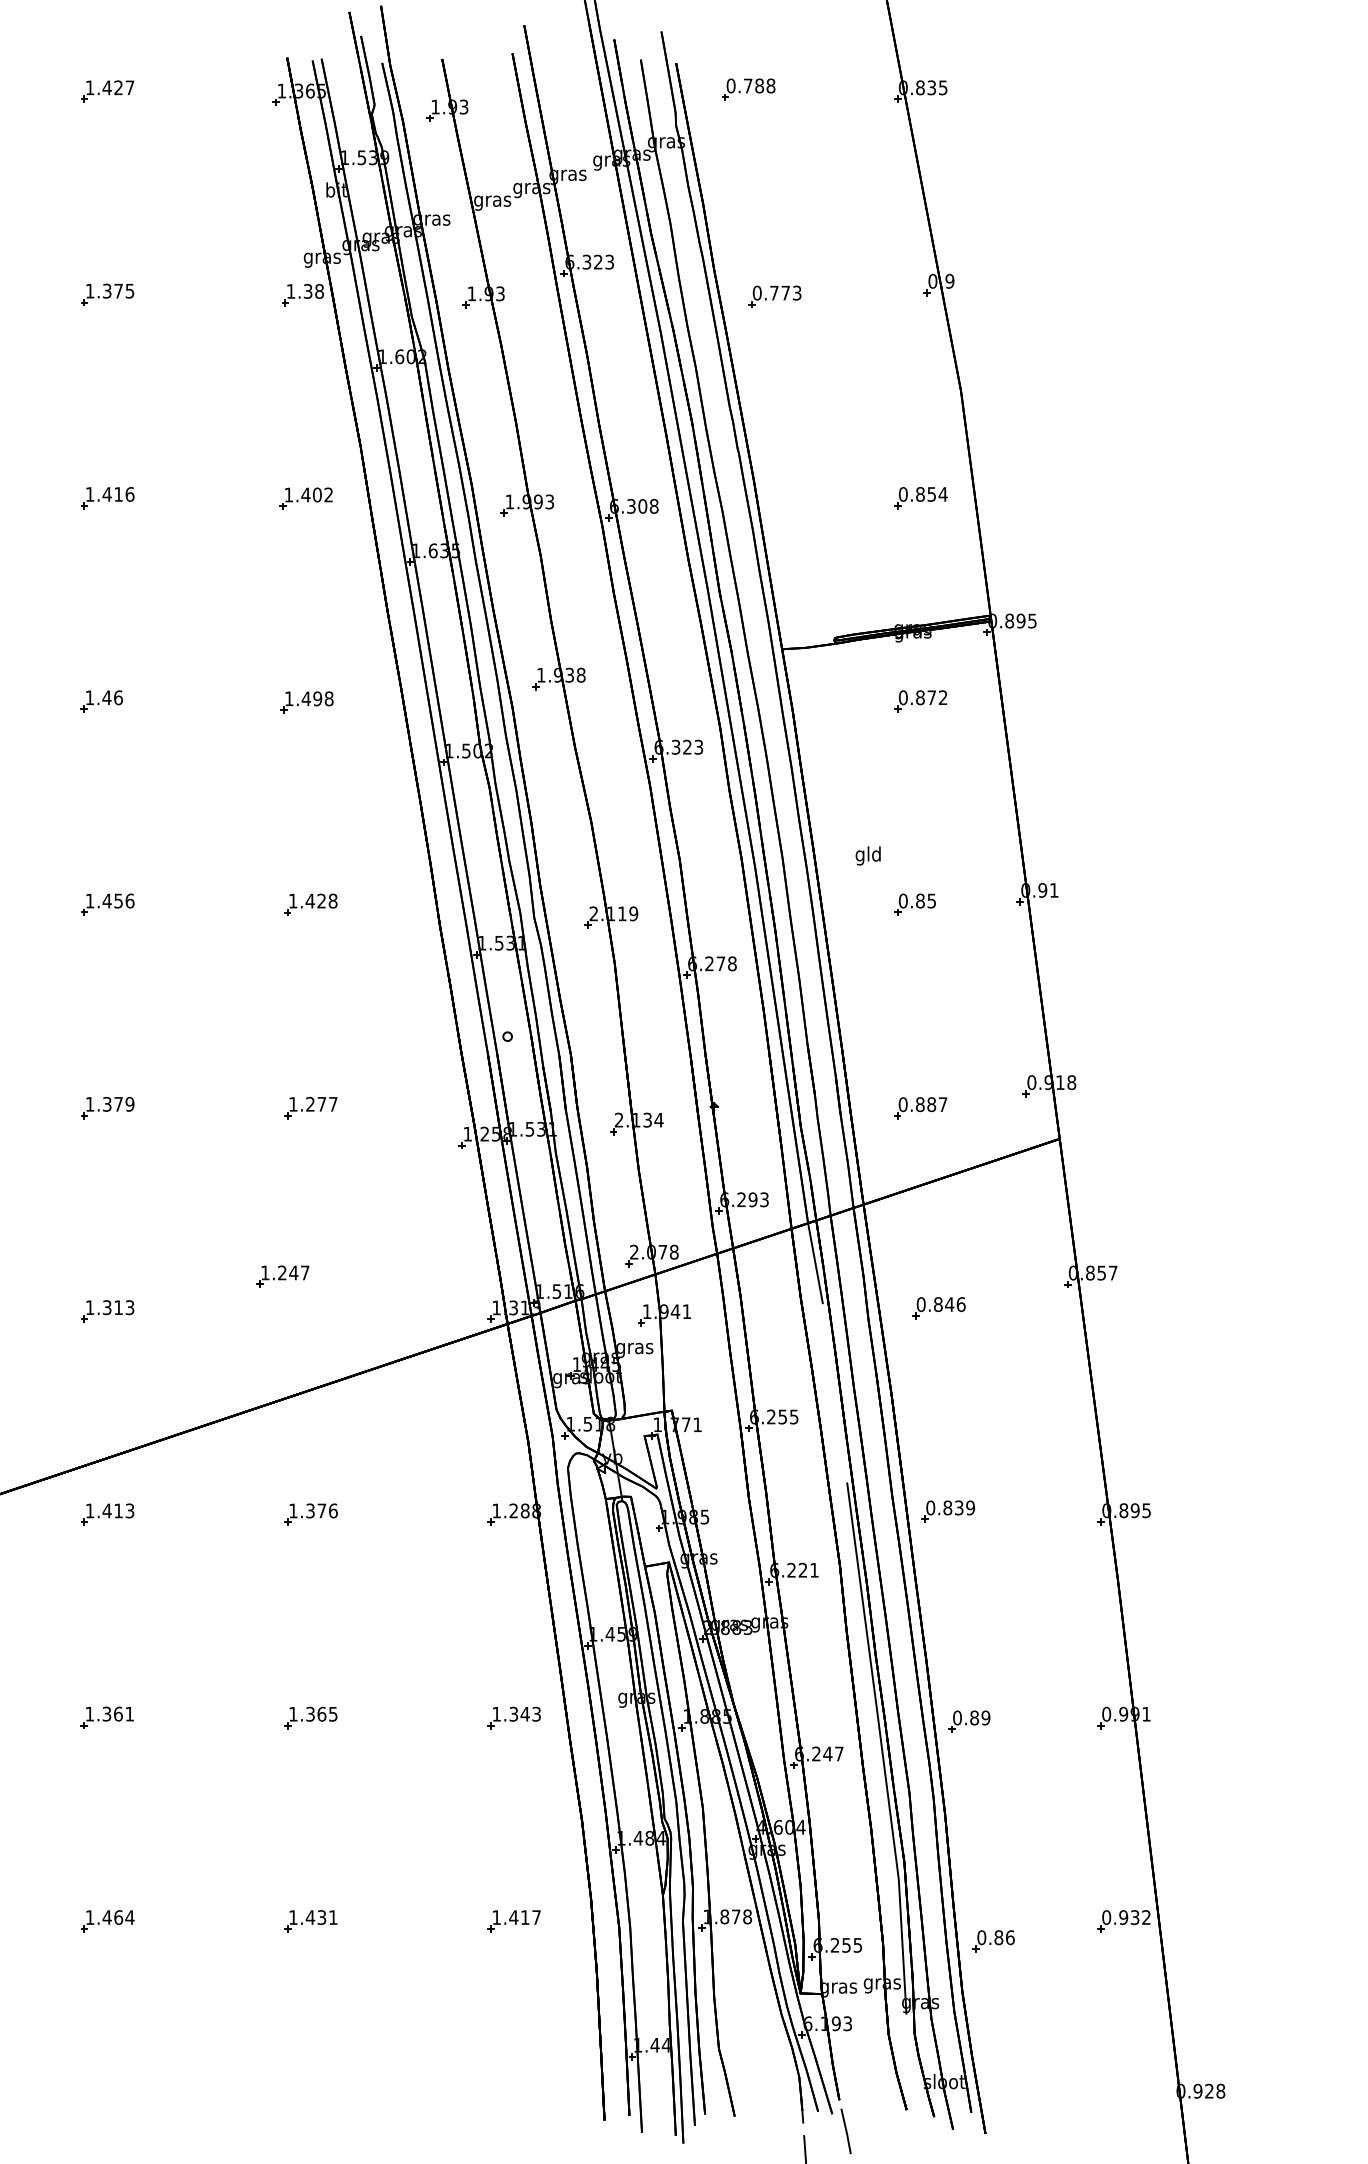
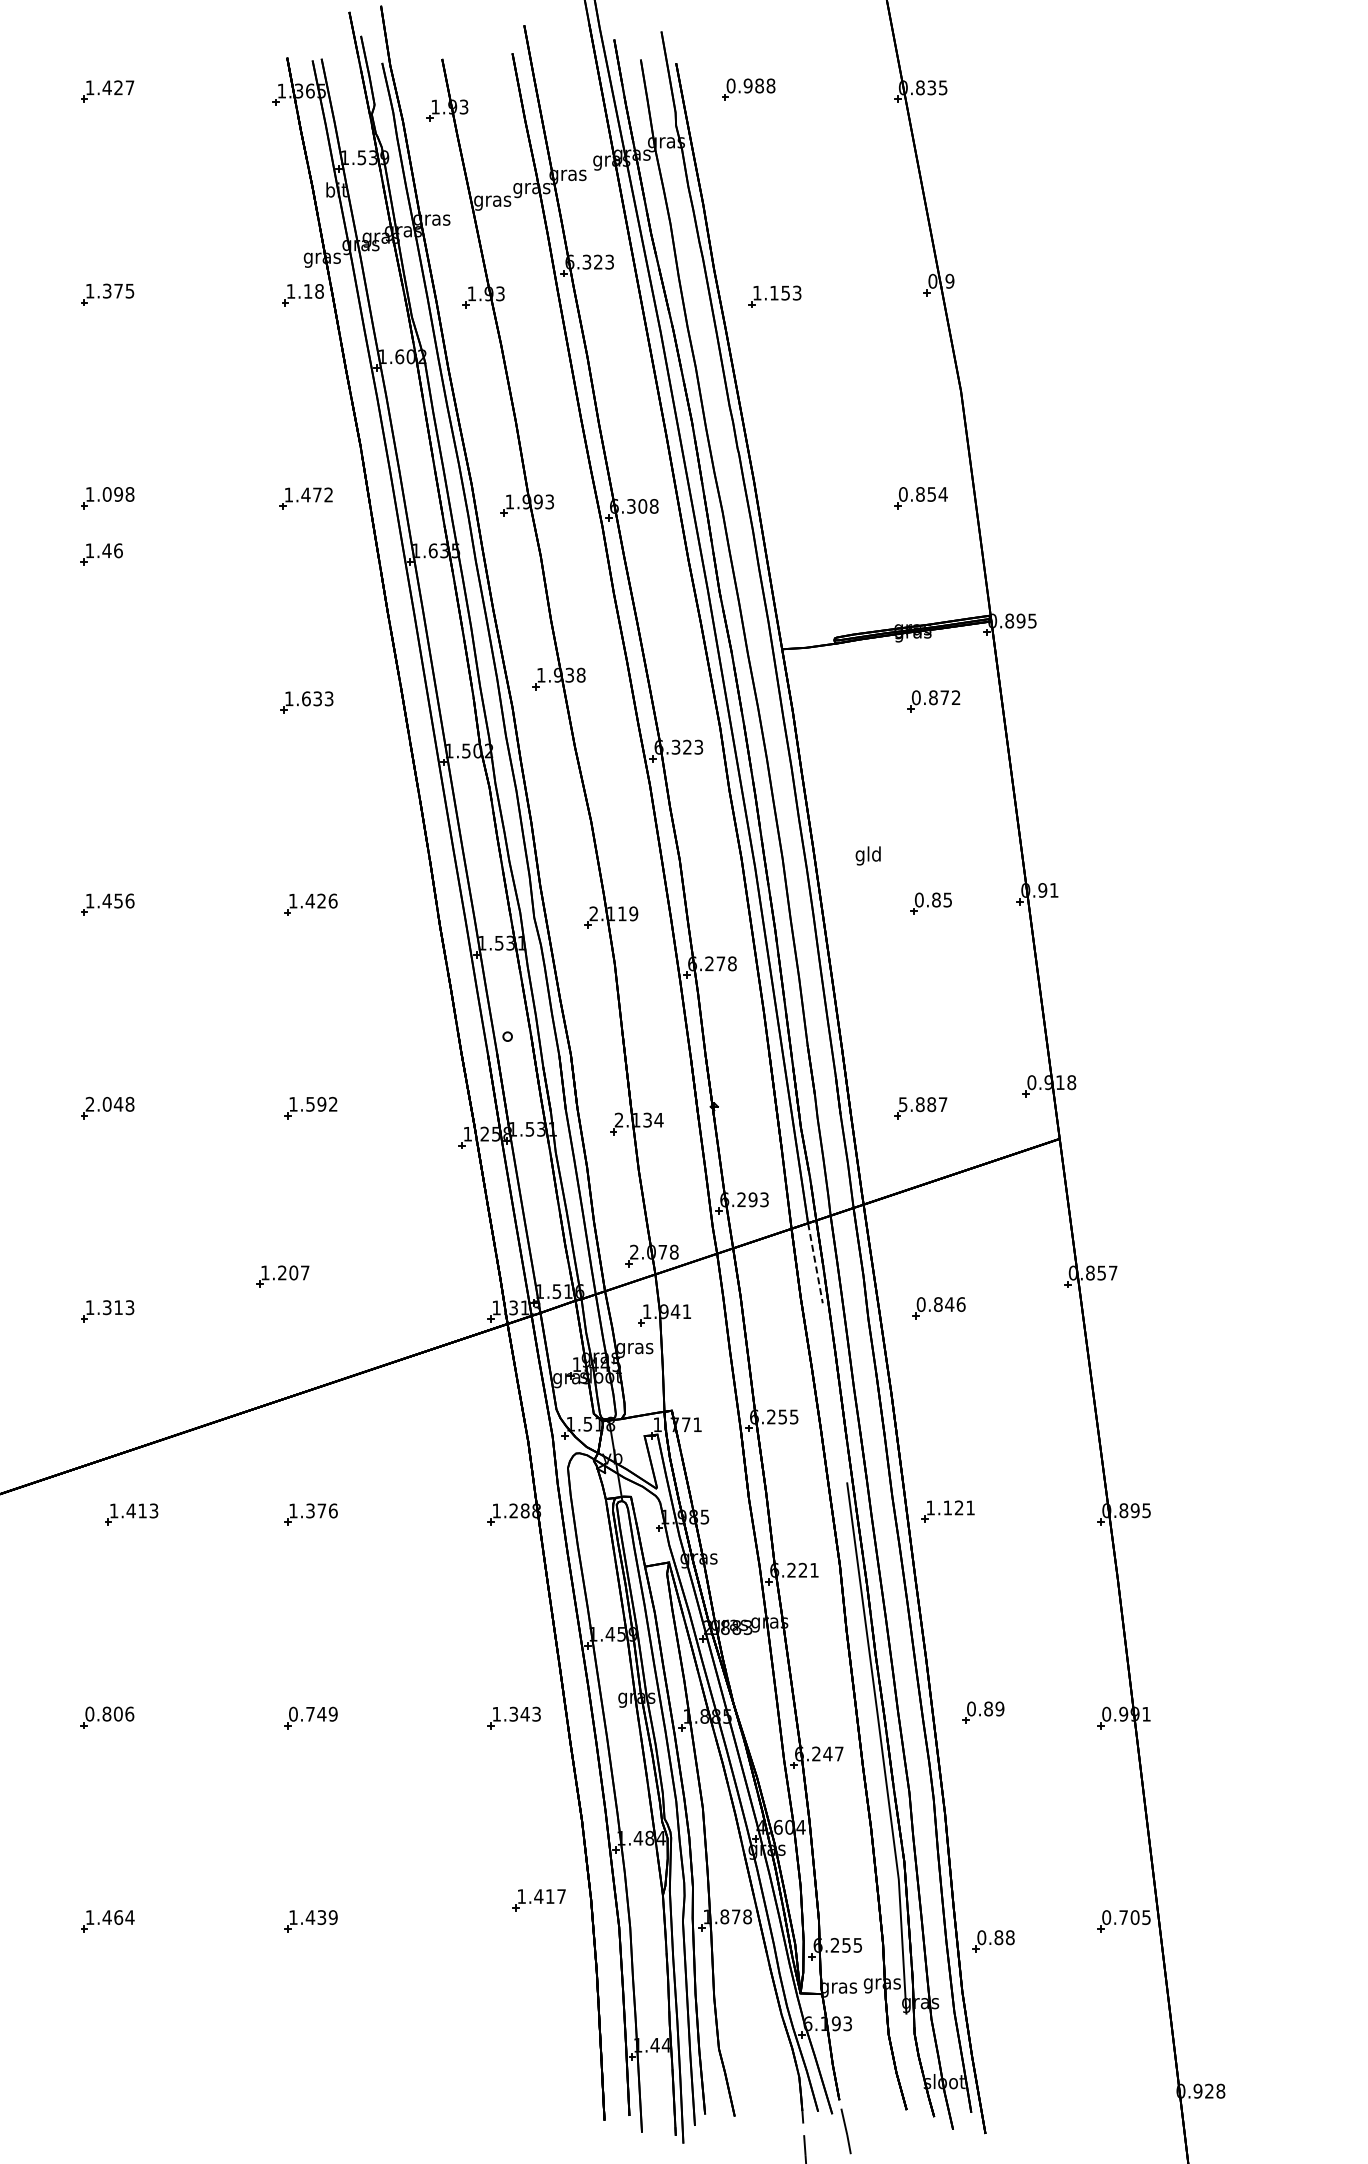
text at (747, 85): 0.788 -> 0.988
text at (307, 291): 1.38 -> 1.18
text at (770, 292): 0.773 -> 1.153
text at (118, 494): 1.416 -> 1.098
text at (317, 494): 1.402 -> 1.472
text at (317, 698): 1.498 -> 1.633
part at (101, 701) position: (101, 701) -> (101, 554)
part at (920, 701) position: (920, 701) -> (933, 701)
text at (332, 900): 1.428 -> 1.426
part at (914, 904) position: (914, 904) -> (930, 903)
text at (109, 1103): 1.379 -> 2.048
text at (321, 1103): 1.277 -> 1.592
text at (902, 1104): 0.887 -> 5.887
line at (815, 1263): solid -> dashed
text at (293, 1272): 1.247 -> 1.207
text at (950, 1507): 0.839 -> 1.121
part at (107, 1514) position: (107, 1514) -> (131, 1514)
text at (109, 1713): 1.361 -> 0.806
text at (313, 1713): 1.365 -> 0.749
part at (969, 1721) position: (969, 1721) -> (983, 1712)
text at (332, 1917): 1.431 -> 1.439
text at (1134, 1917): 0.932 -> 0.705
part at (513, 1921) position: (513, 1921) -> (538, 1900)
text at (1010, 1937): 0.86 -> 0.88
